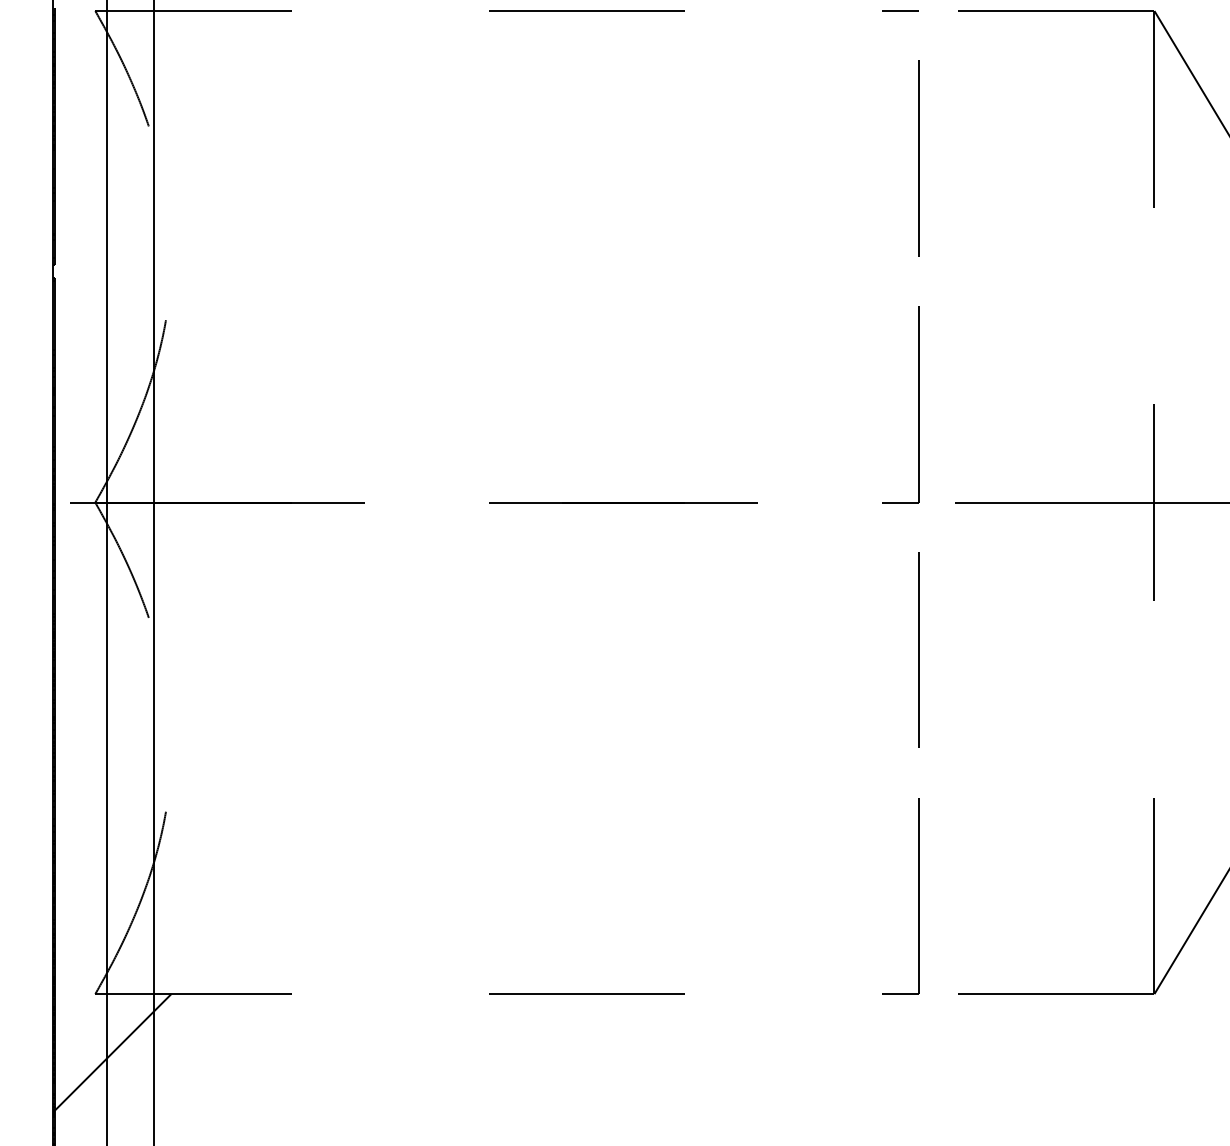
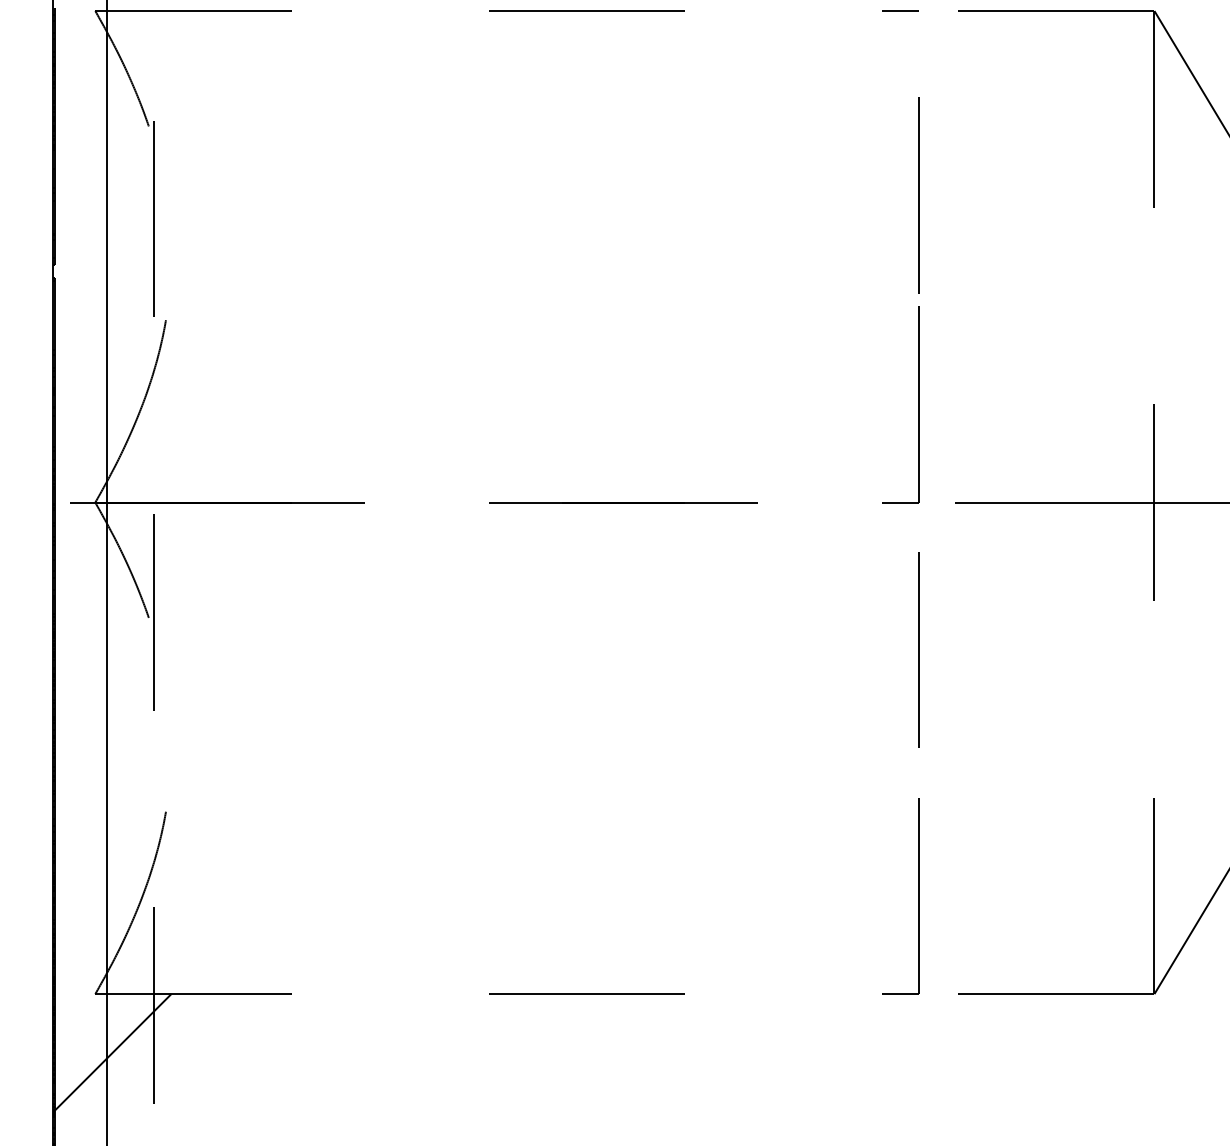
line at (918, 158) position: (918, 158) -> (918, 195)
line at (154, 573): solid -> dashed
